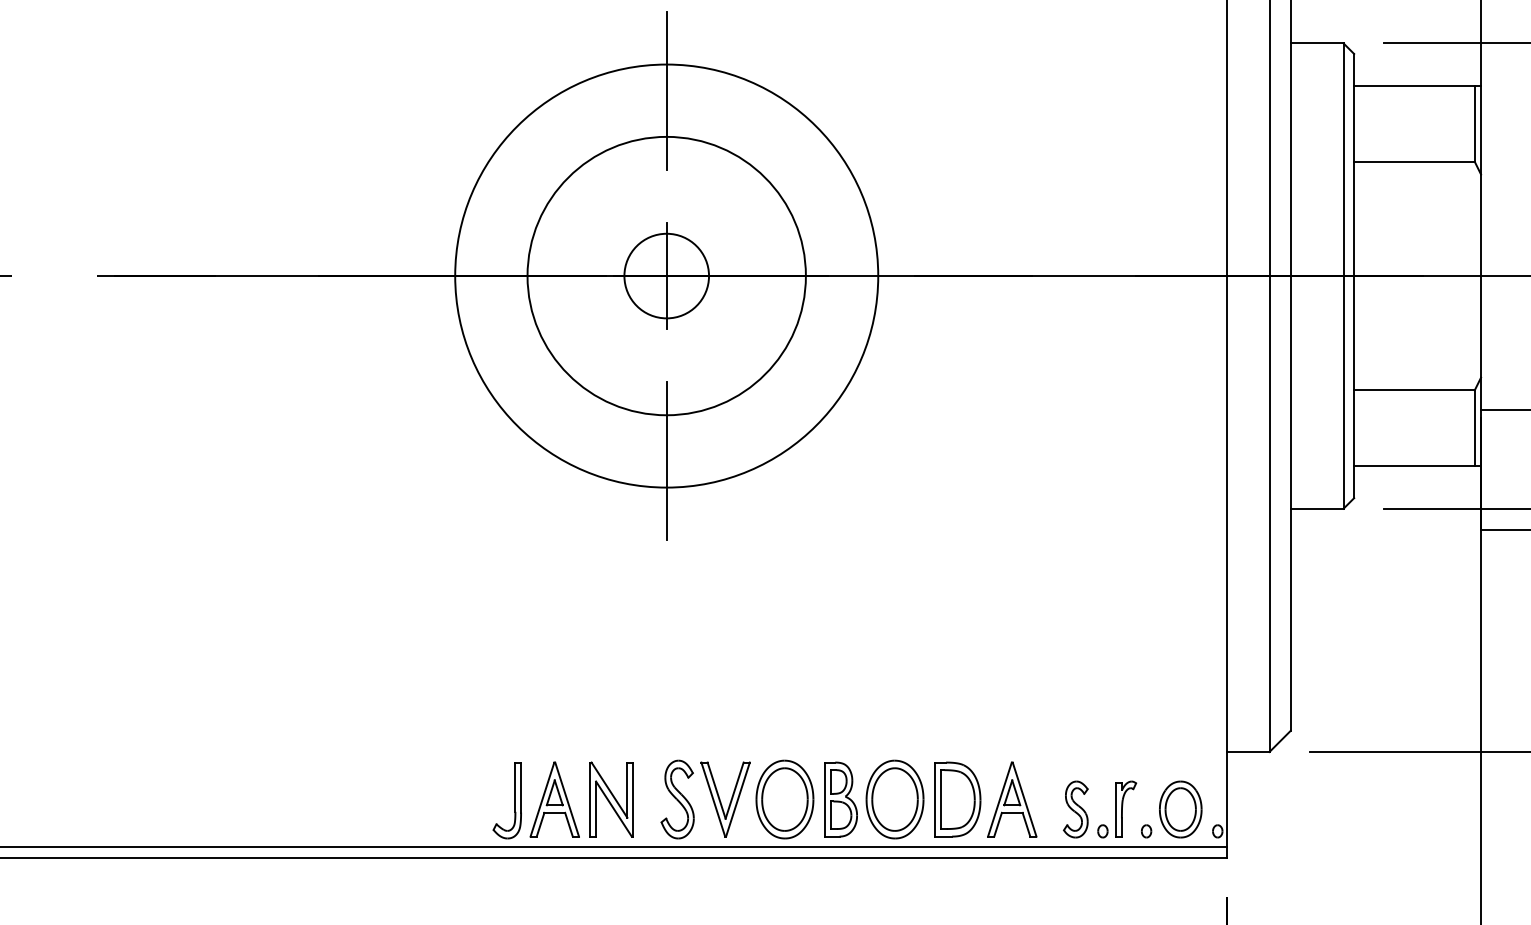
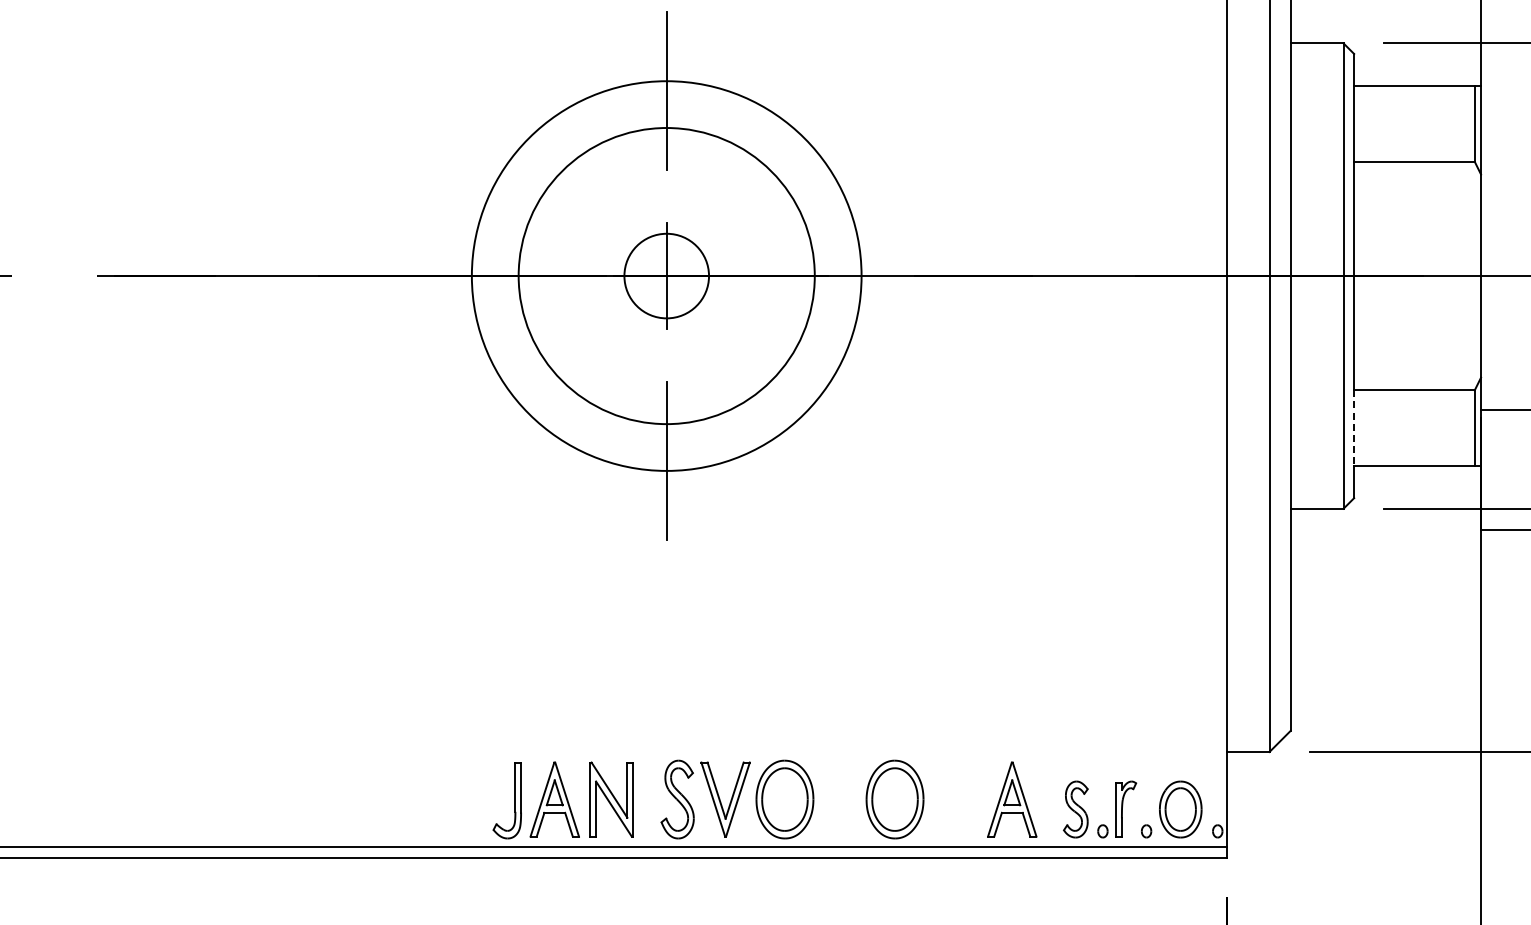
circle at (666, 275) diameter: 278 px -> 390 px
circle at (666, 275) diameter: 423 px -> 296 px
line at (1354, 428): solid -> dashed
part at (840, 799): present -> none
part at (957, 799): present -> none
